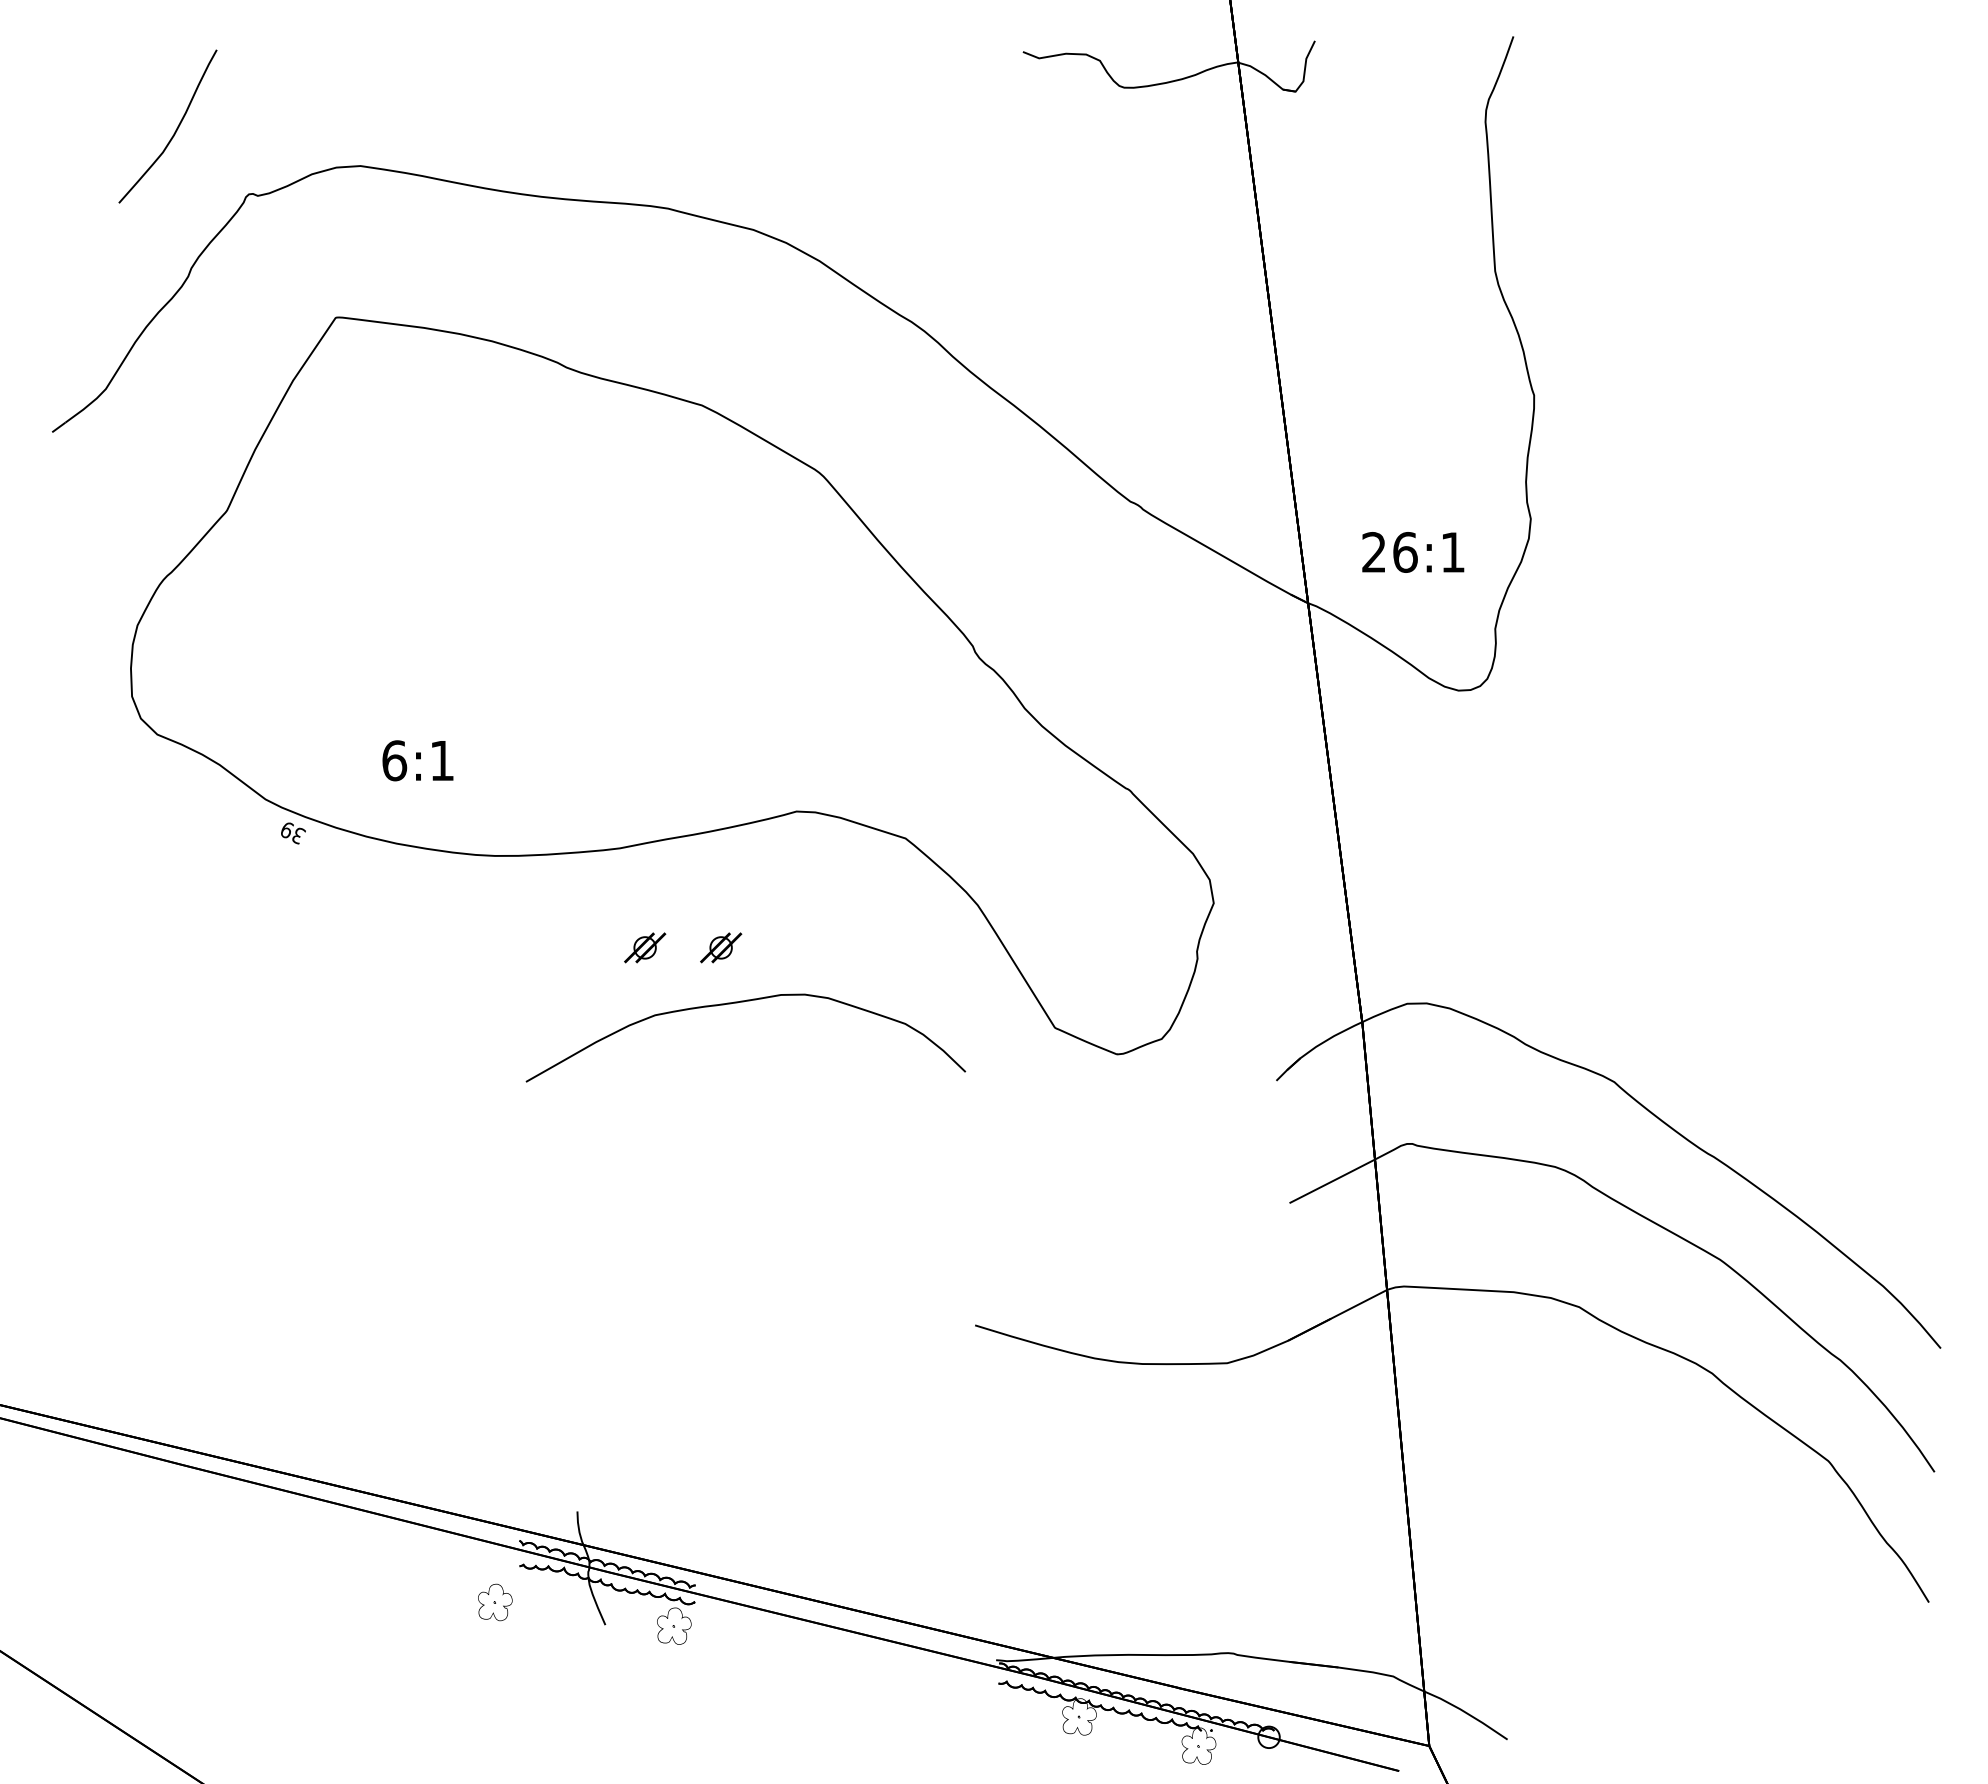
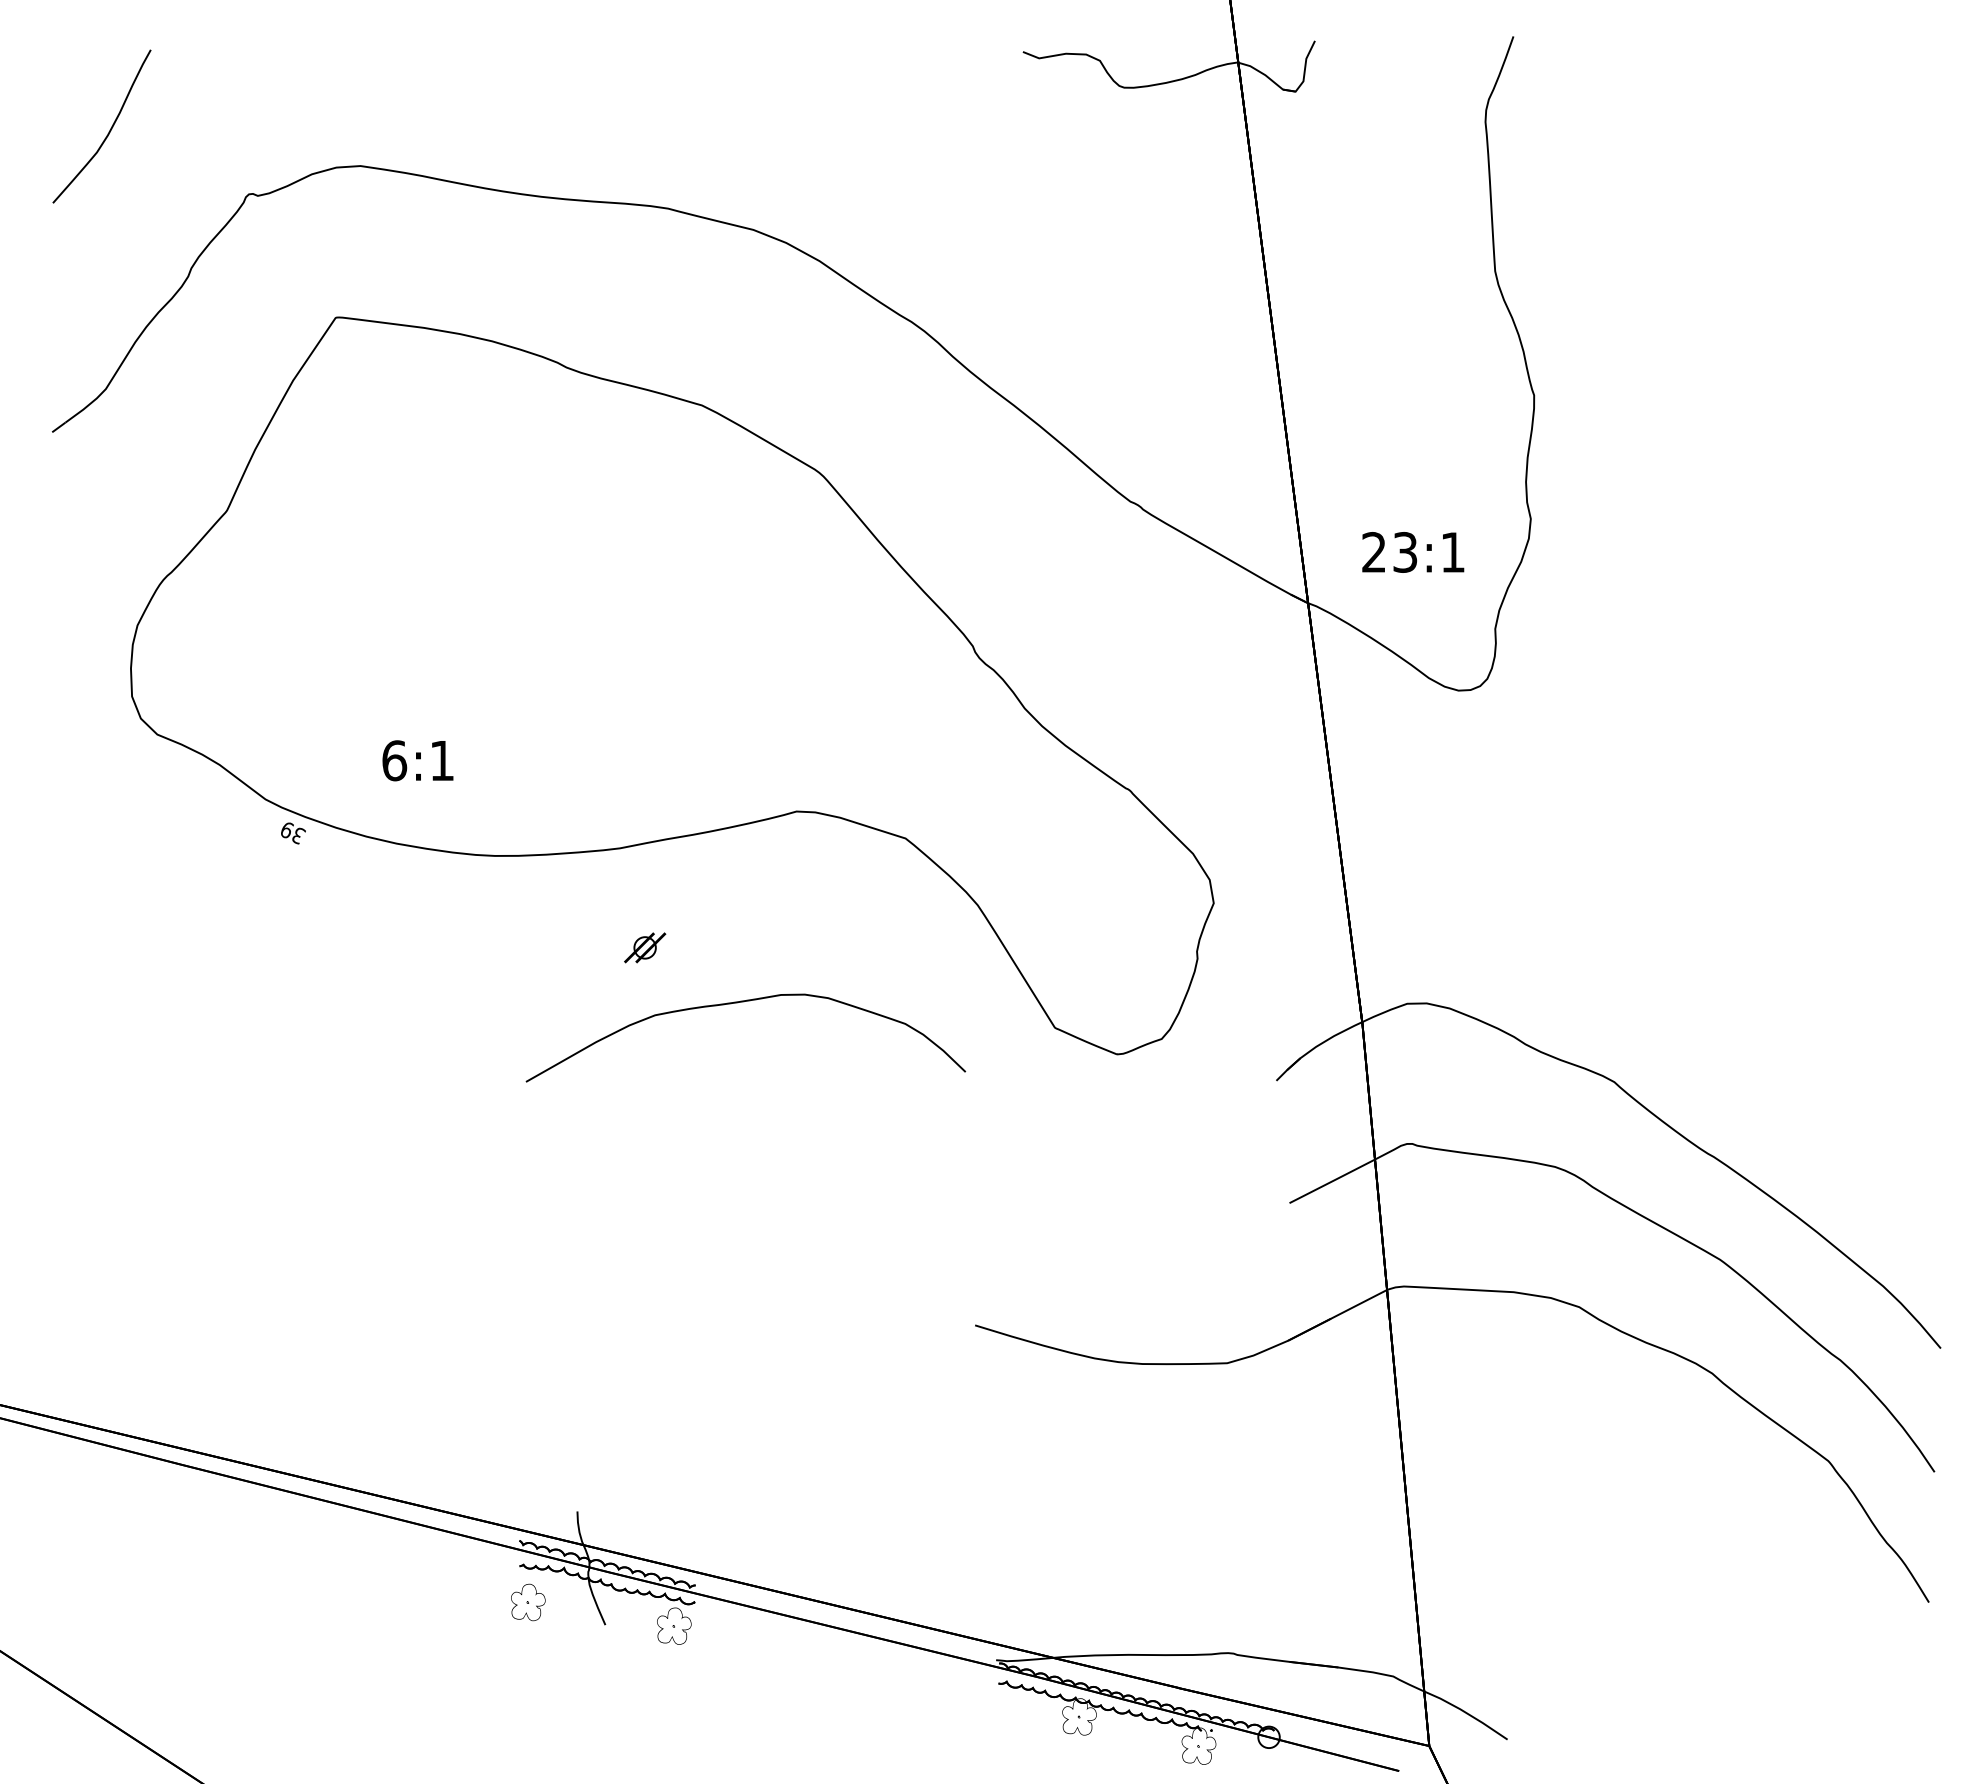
curve at (174, 131) position: (174, 131) -> (108, 131)
text at (1405, 552): 26:1 -> 23:1
part at (721, 947): present -> none
part at (495, 1602) position: (495, 1602) -> (528, 1602)
